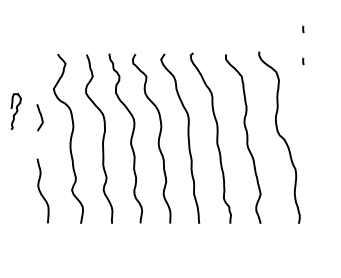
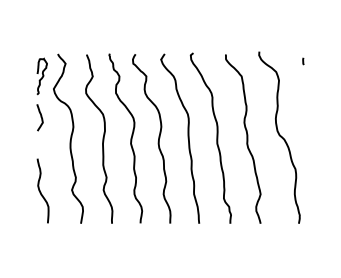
curve at (303, 29): present -> none
curve at (16, 111) position: (16, 111) -> (42, 76)
